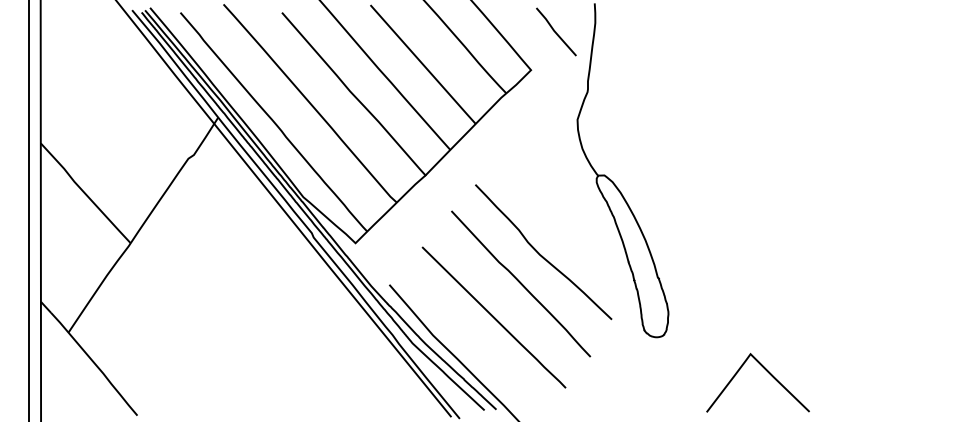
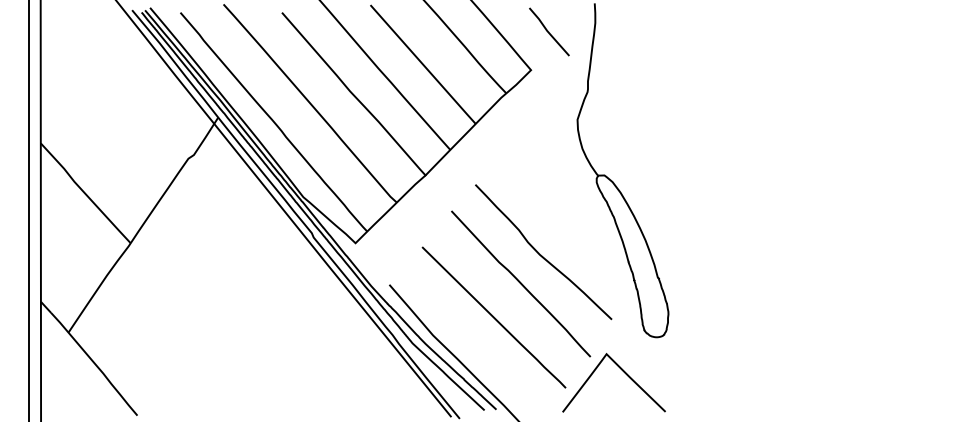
line at (555, 31) position: (555, 31) -> (548, 31)
curve at (767, 372) position: (767, 372) -> (623, 372)
